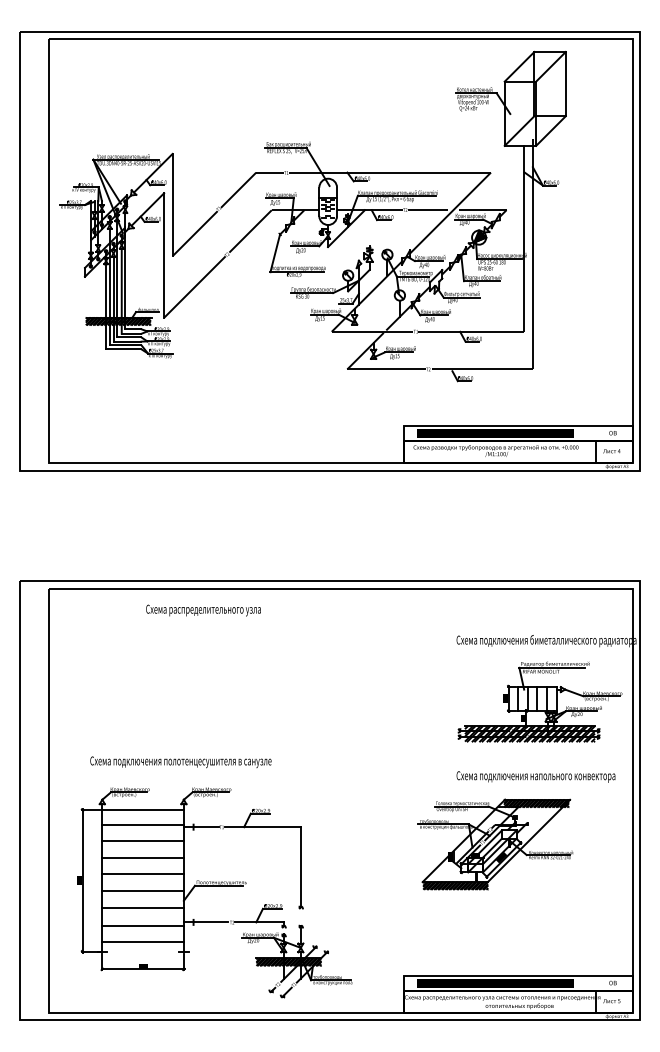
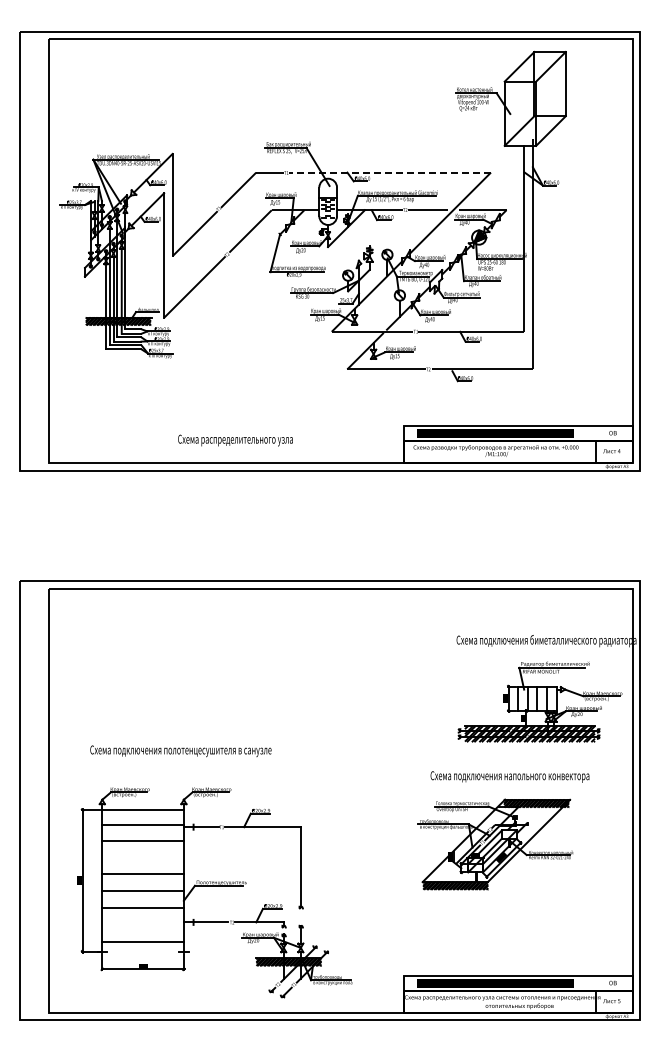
line at (389, 172): solid -> dashed
text at (203, 610) position: (203, 610) -> (235, 440)
text at (180, 762) position: (180, 762) -> (180, 751)
text at (535, 776) position: (535, 776) -> (509, 776)
line at (142, 858): present -> none
line at (142, 926): present -> none
